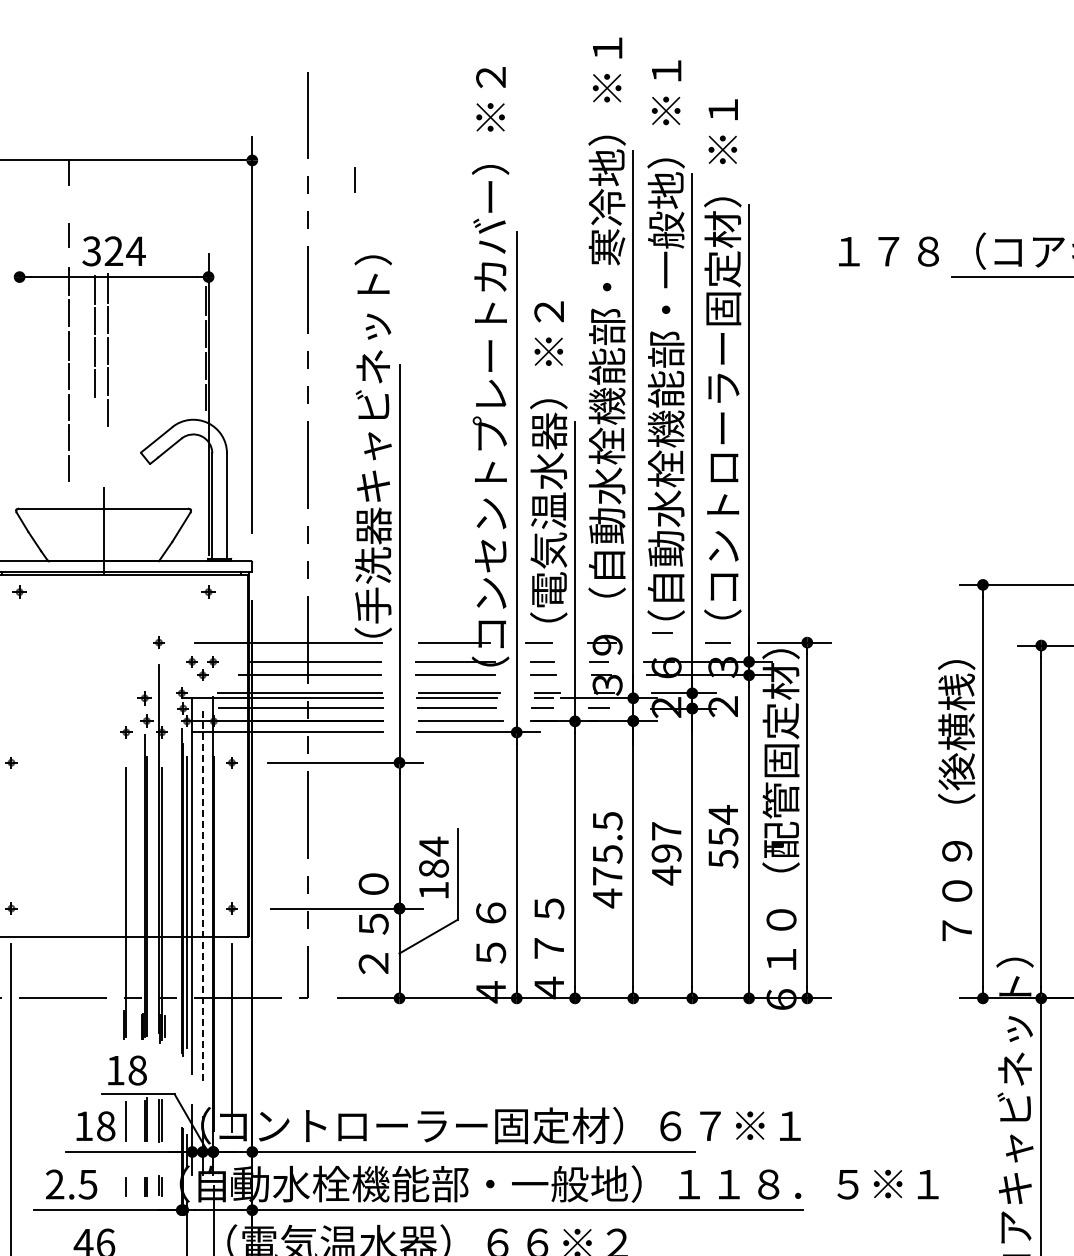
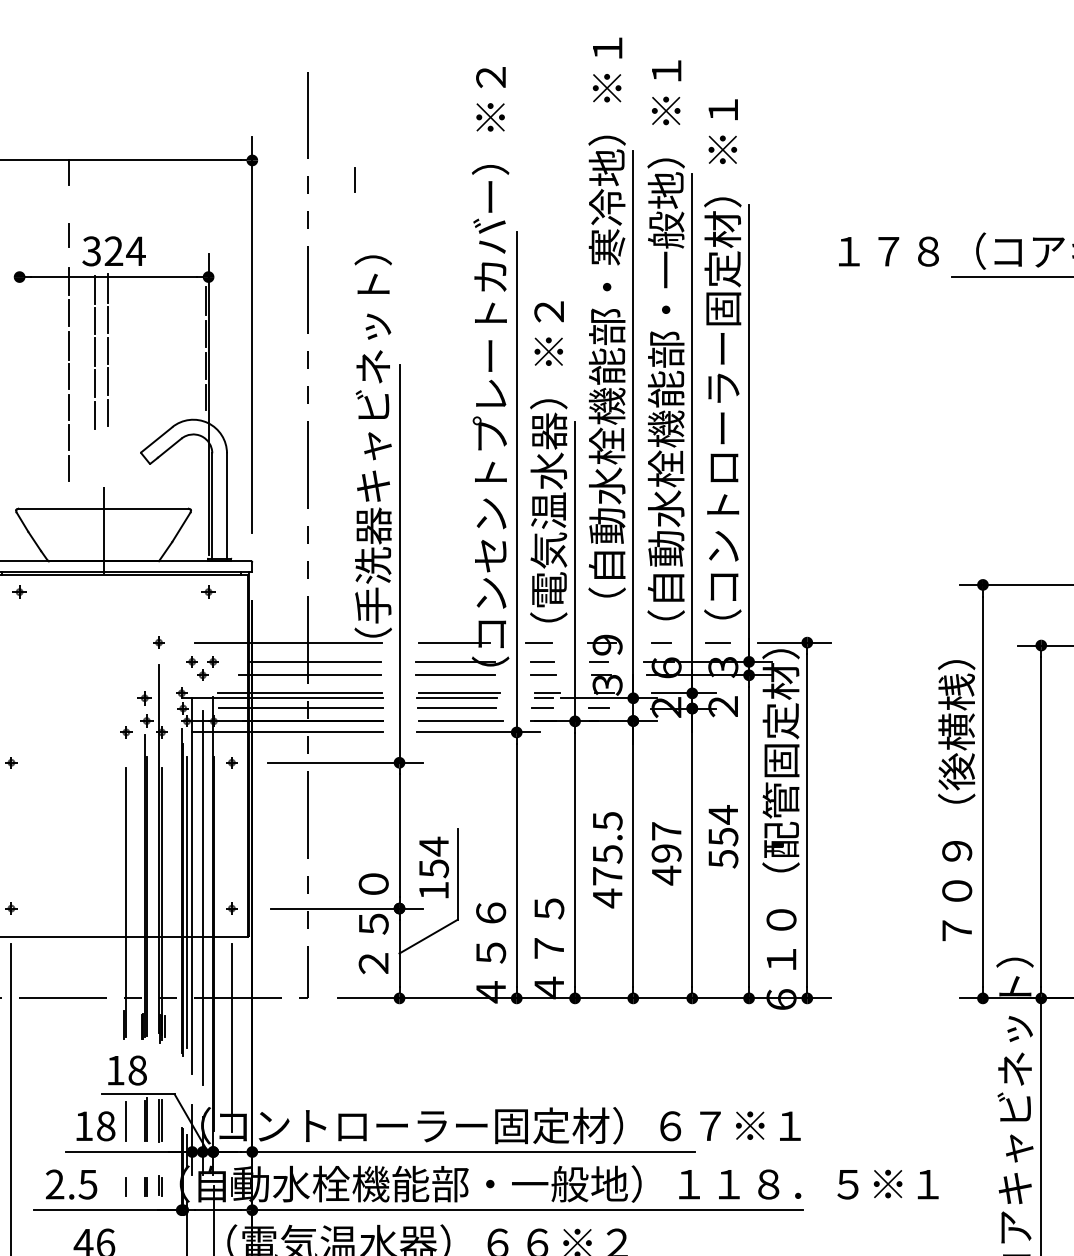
line at (94, 414): none -> present
line at (662, 632) position: (662, 632) -> (661, 642)
text at (433, 868): 184 -> 154
line at (202, 898): dashed -> solid
